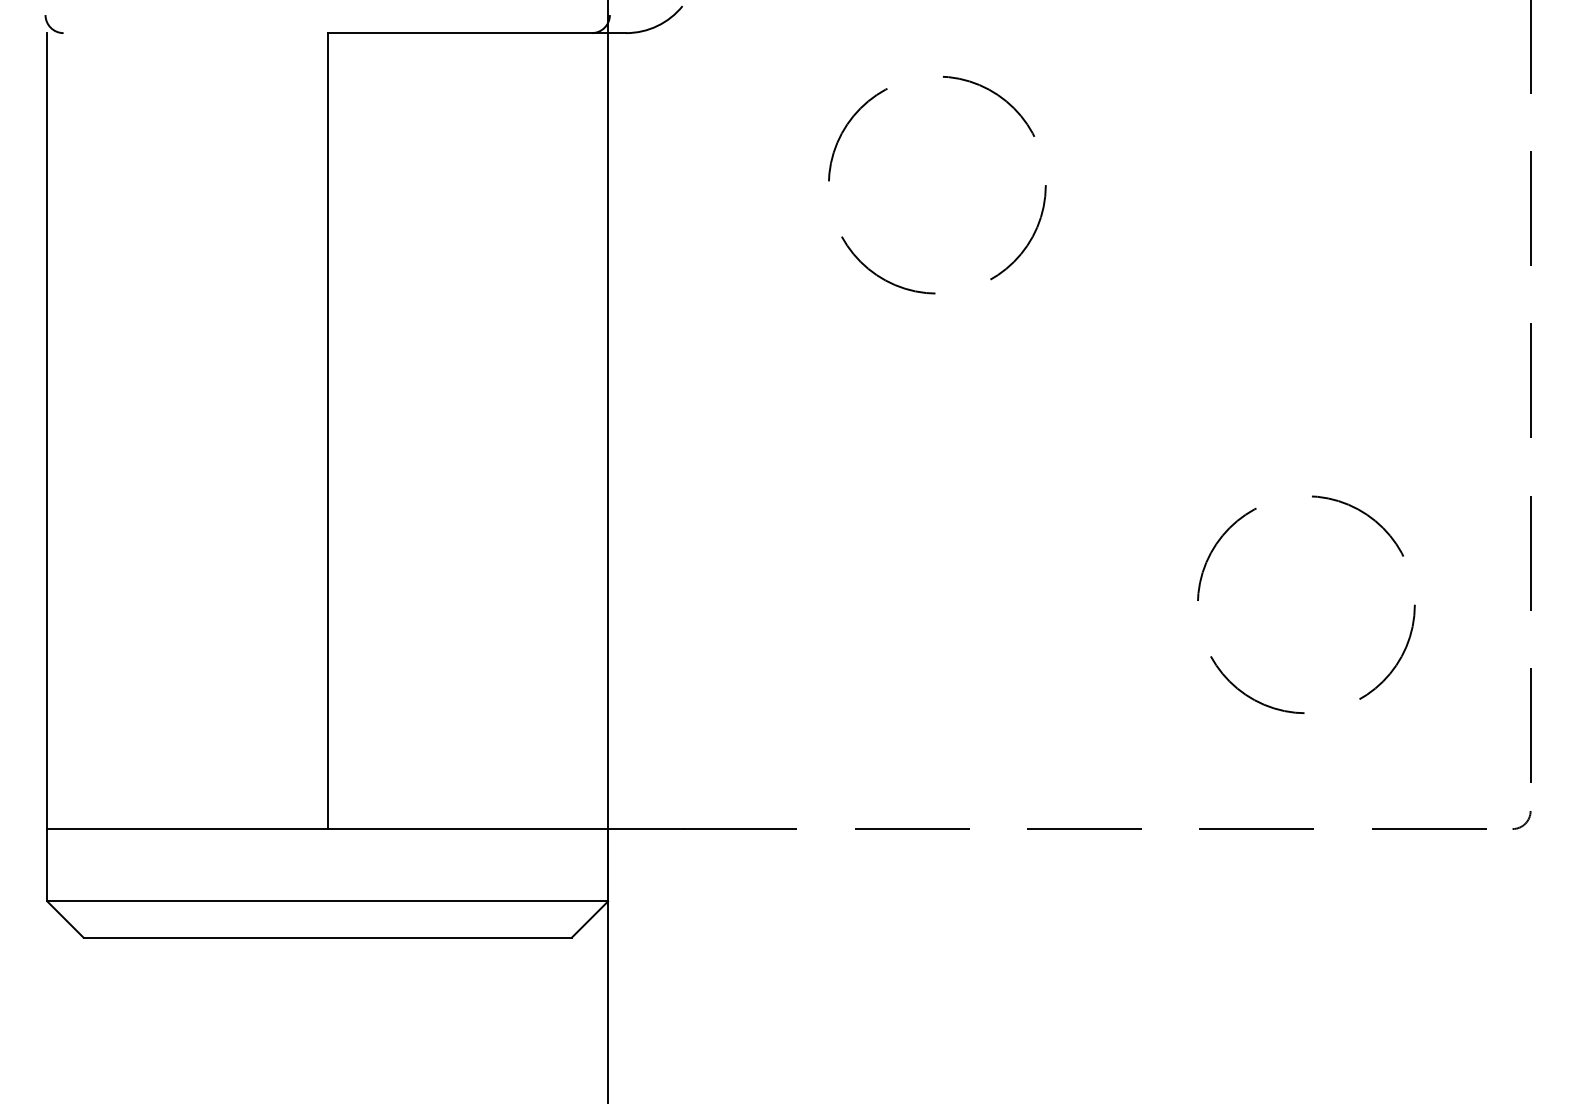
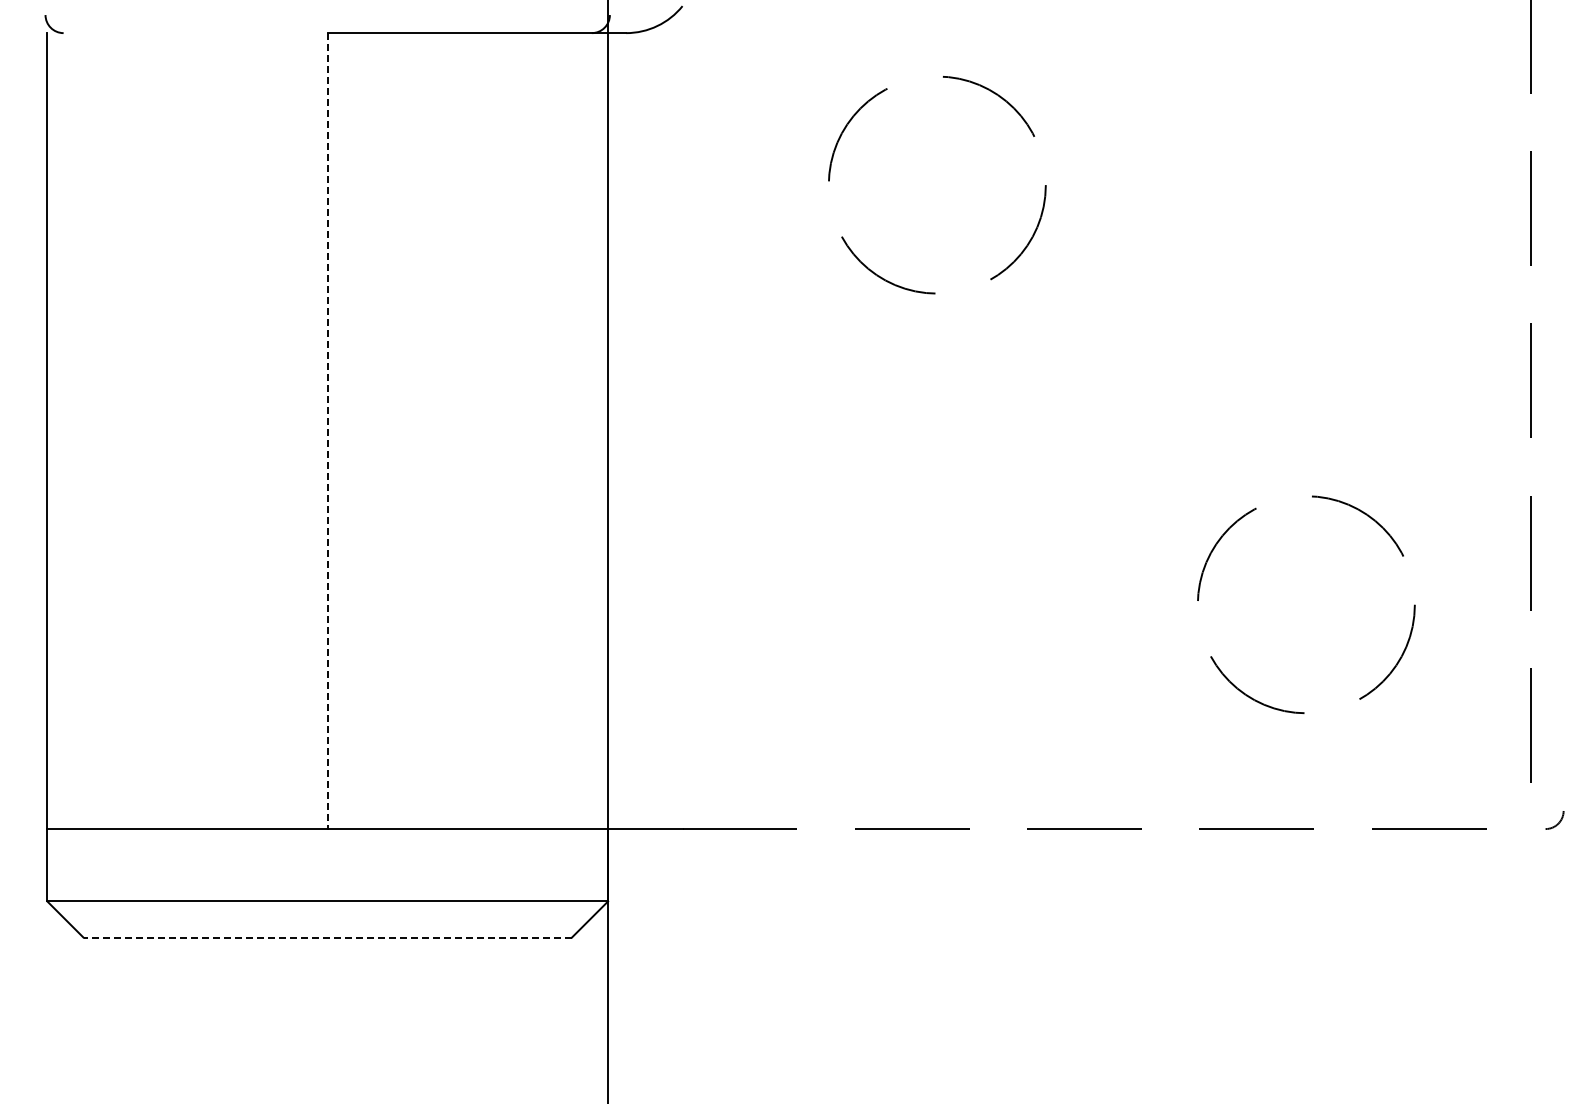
line at (327, 431): solid -> dashed
arc at (1522, 824) position: (1522, 824) -> (1555, 824)
line at (327, 937): solid -> dashed
